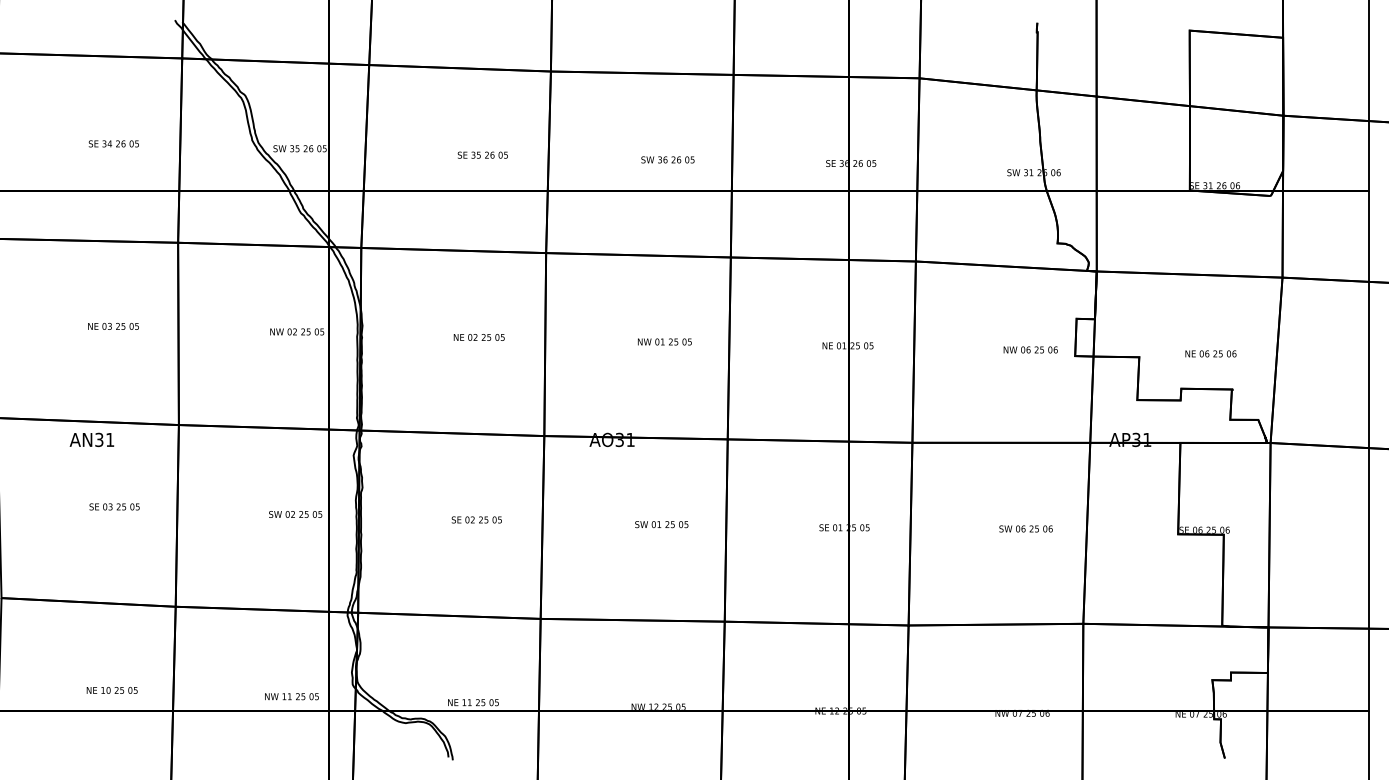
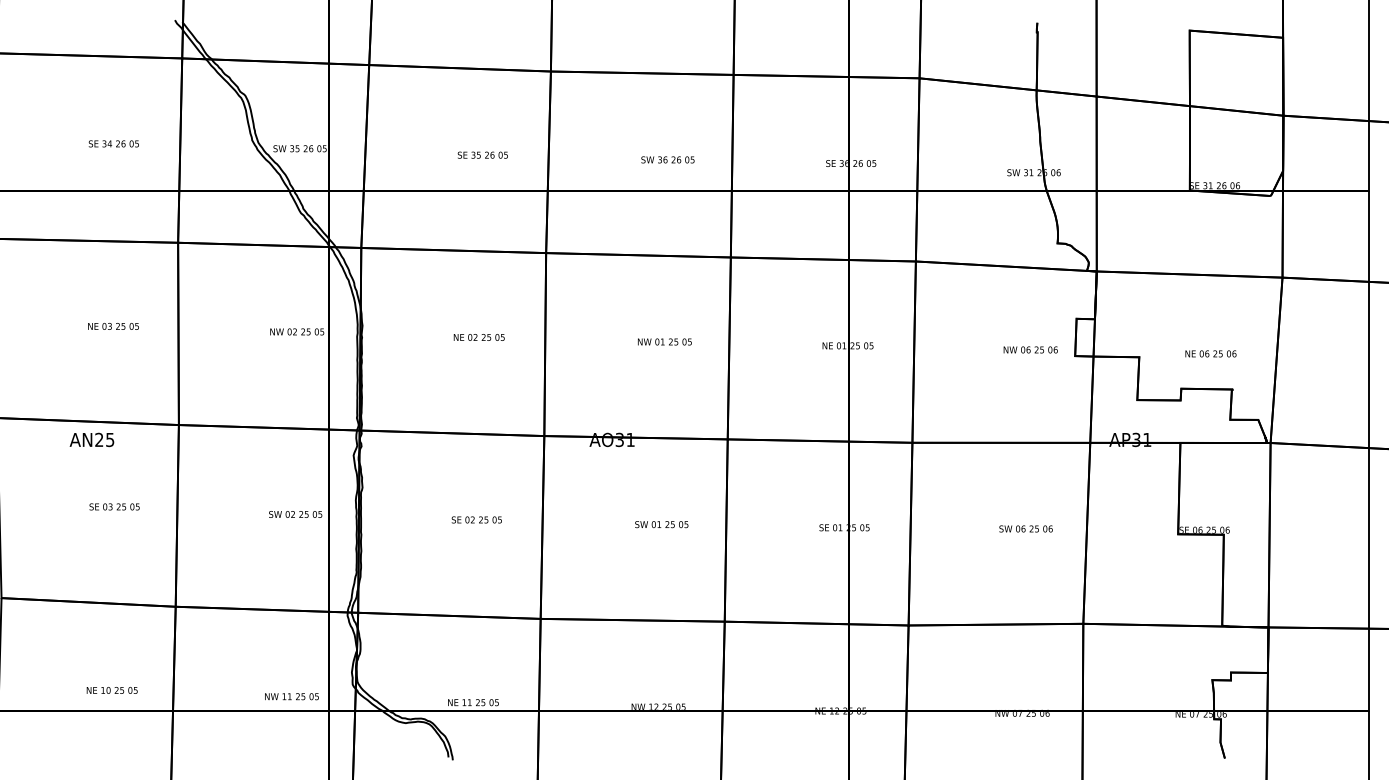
text at (104, 440): AN31 -> AN25
